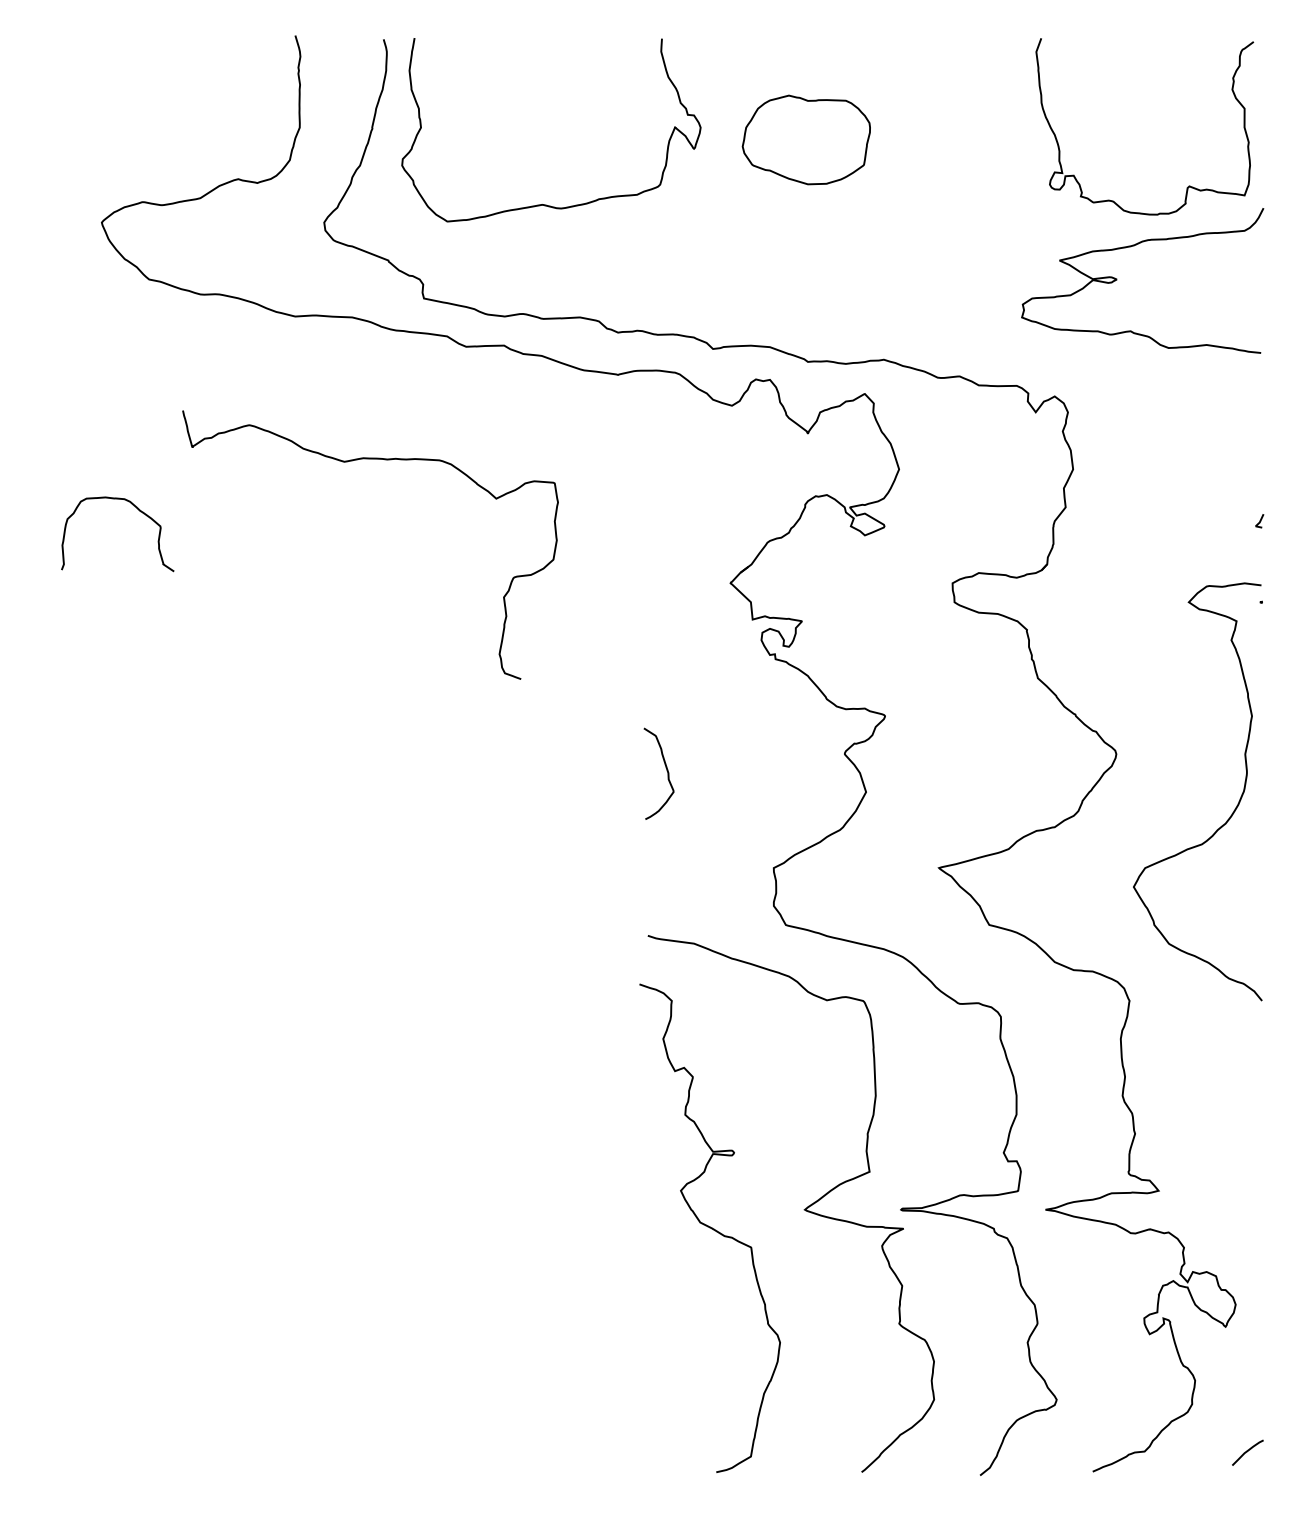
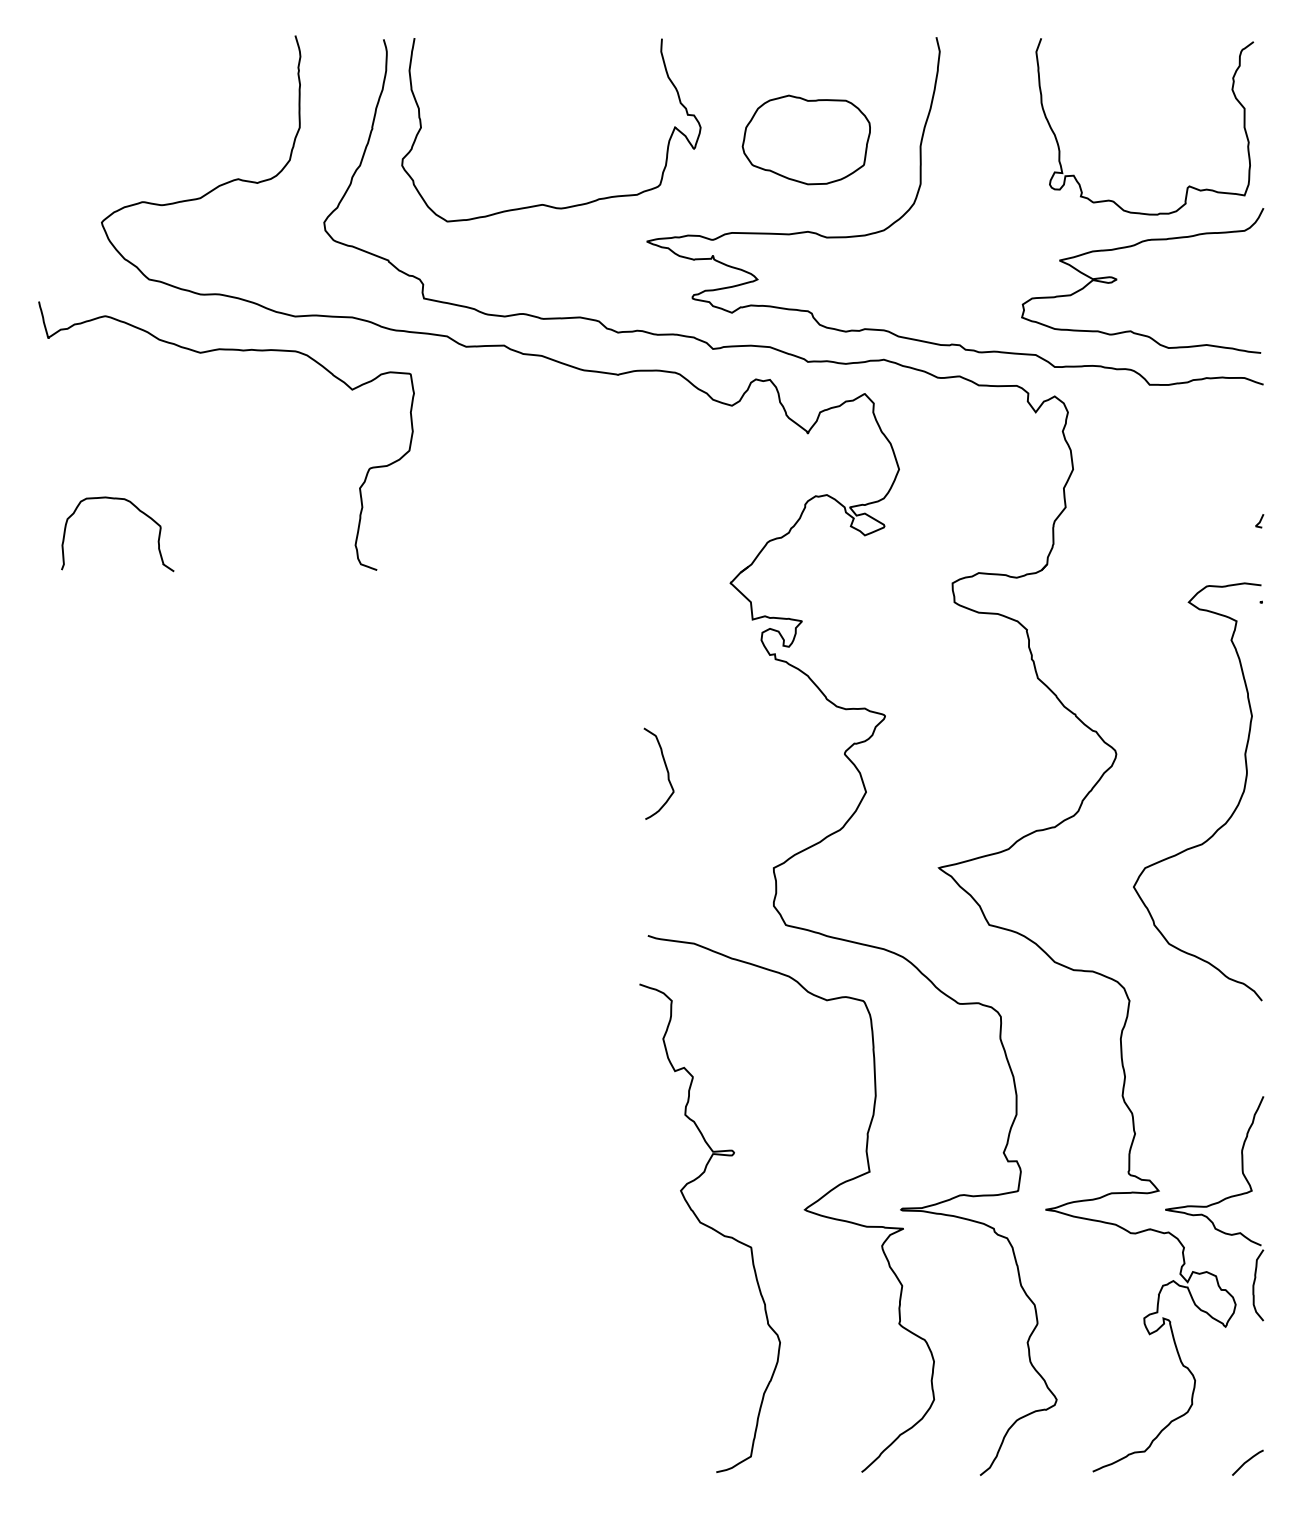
curve at (917, 197): none -> present
curve at (352, 461) position: (352, 461) -> (208, 352)
part at (1214, 1208): none -> present
curve at (1247, 1452) position: (1247, 1452) -> (1247, 1462)
